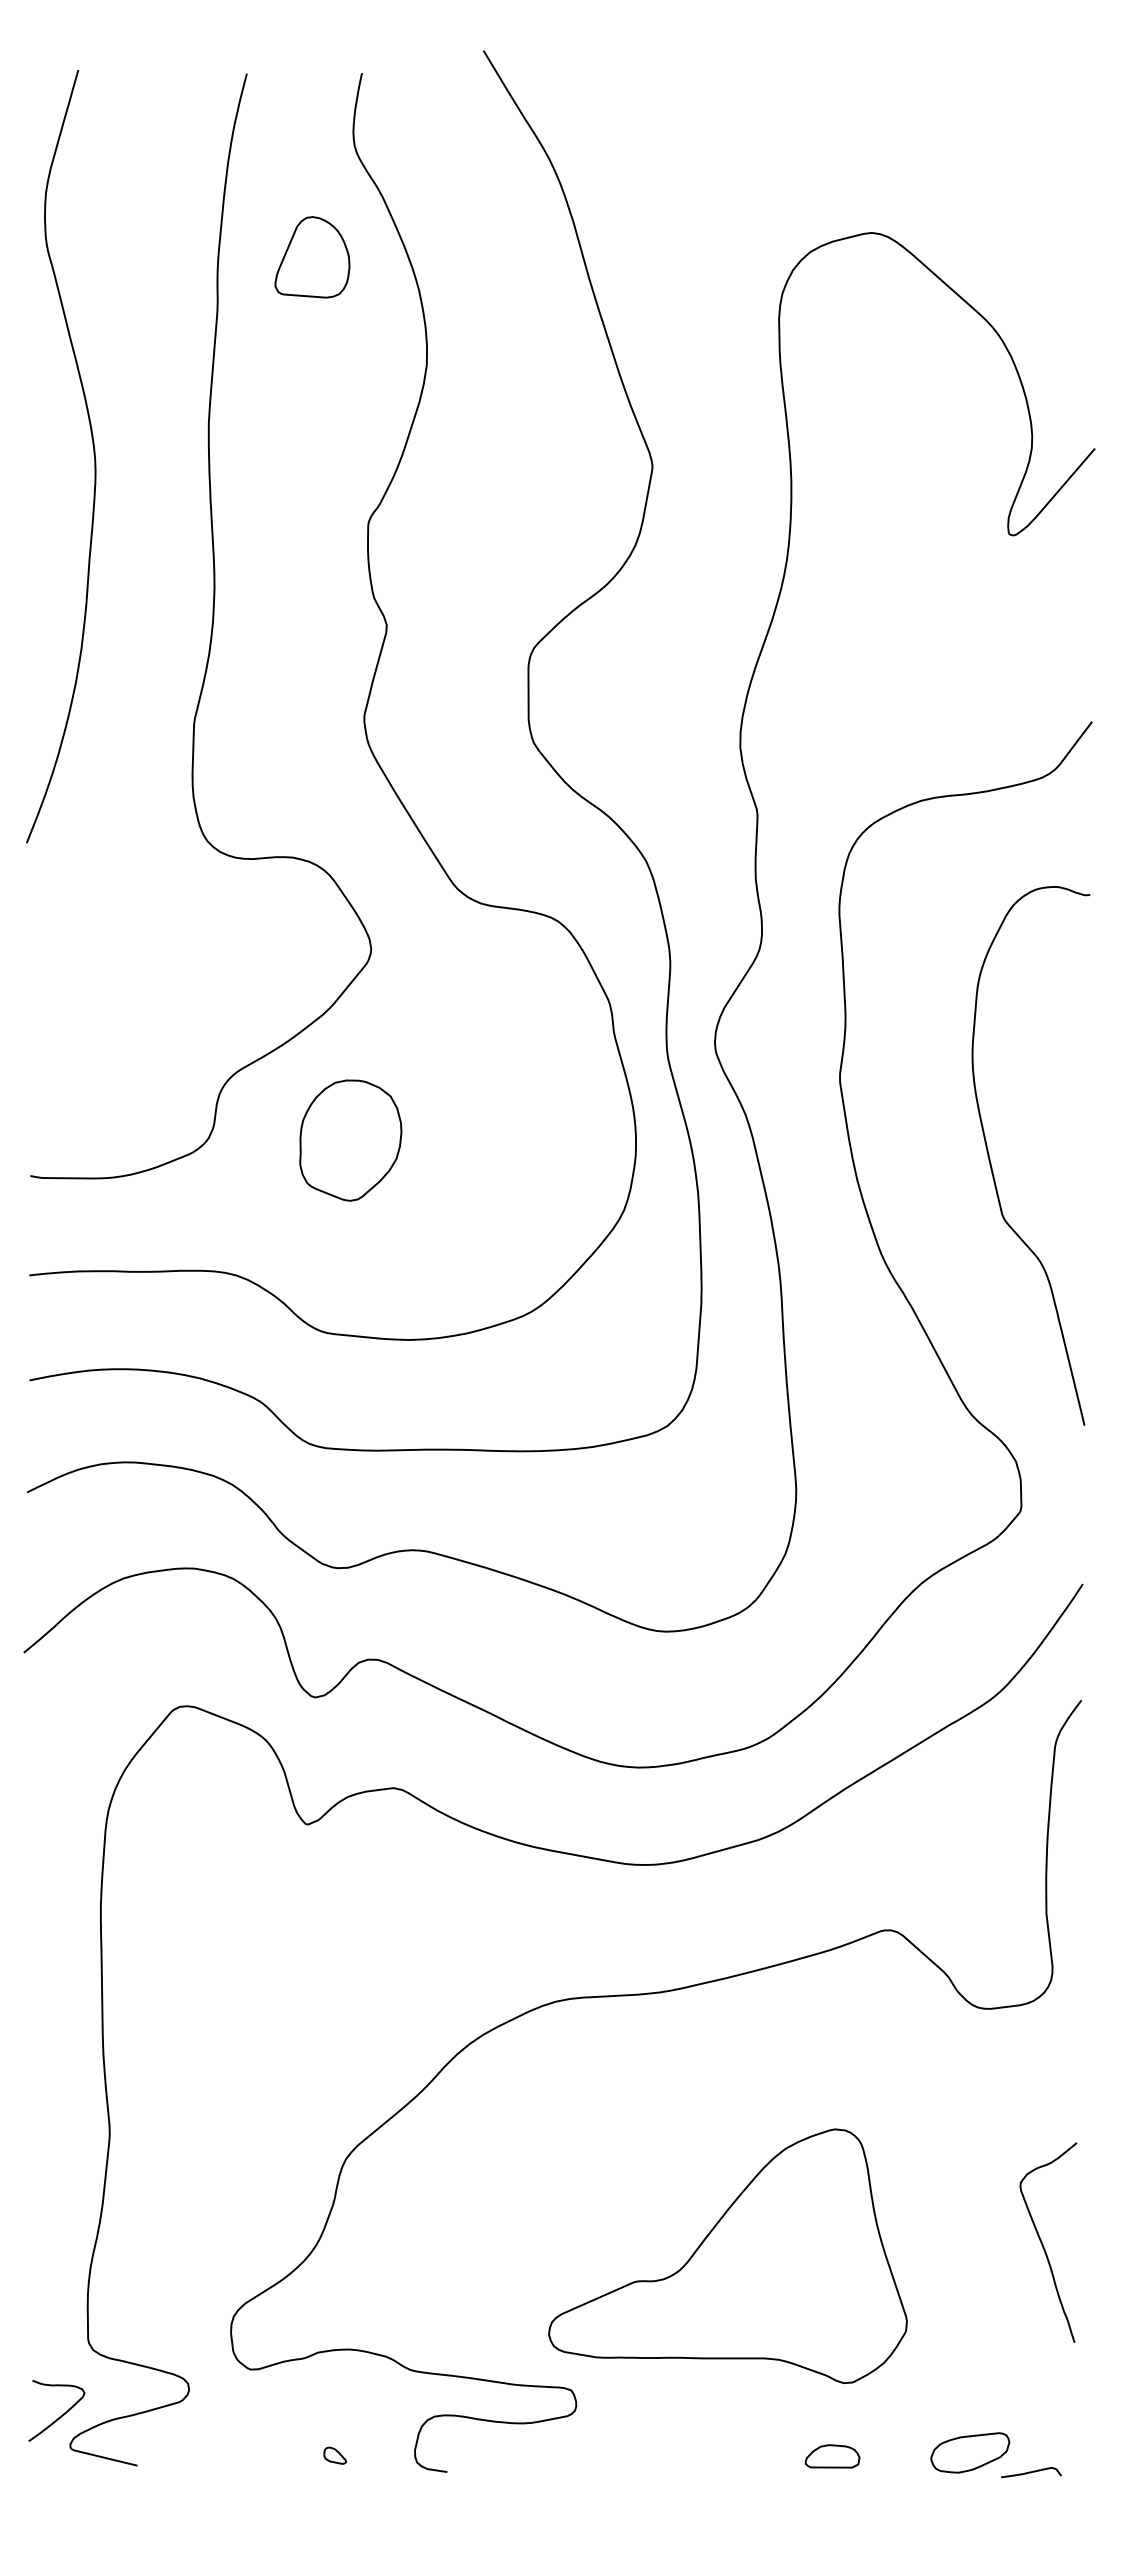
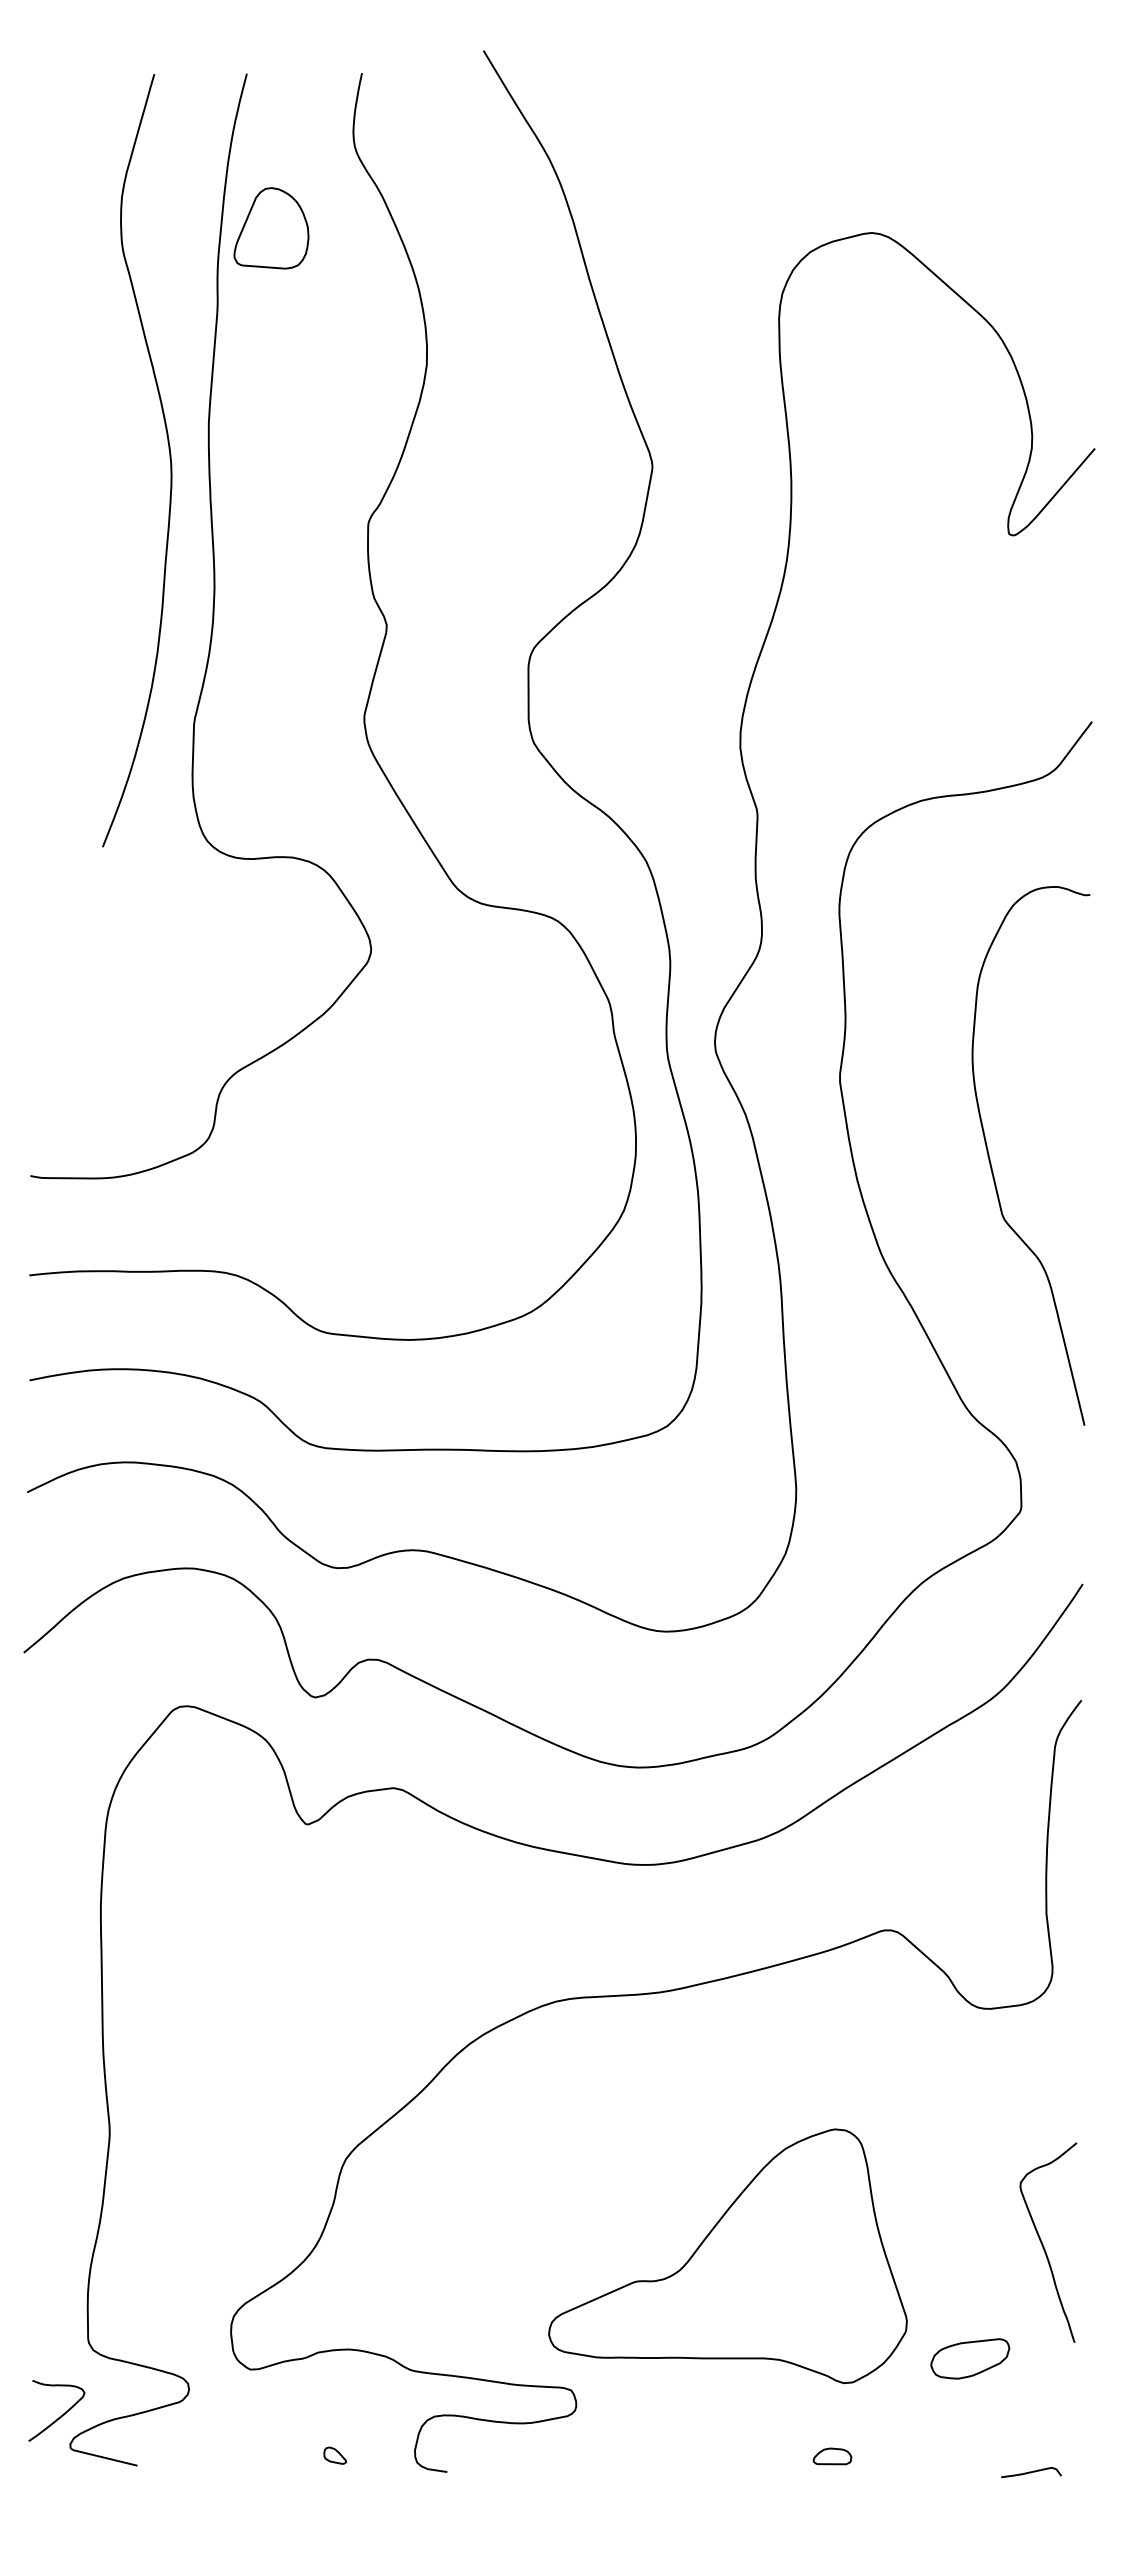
part at (312, 257) position: (312, 257) -> (271, 228)
curve at (93, 455) position: (93, 455) -> (169, 459)
part at (350, 1140): present -> none
part at (970, 2452) position: (970, 2452) -> (970, 2358)
part at (832, 2456) size: 57x25 px -> 41x19 px
